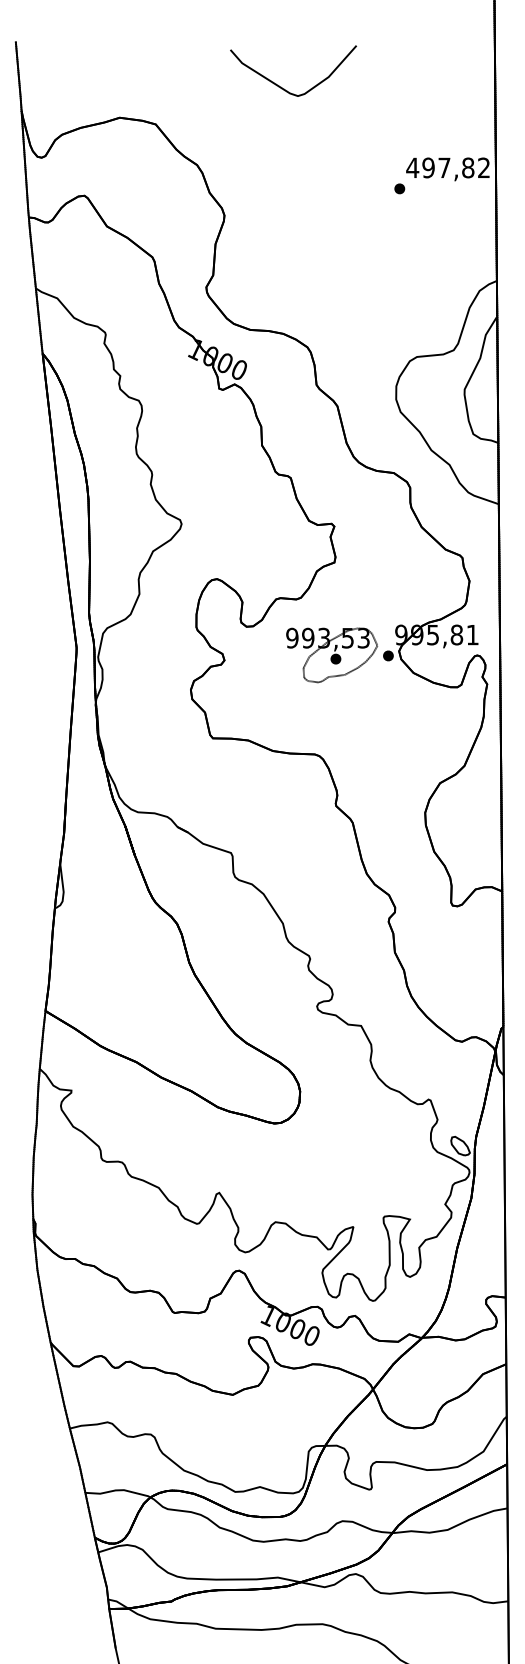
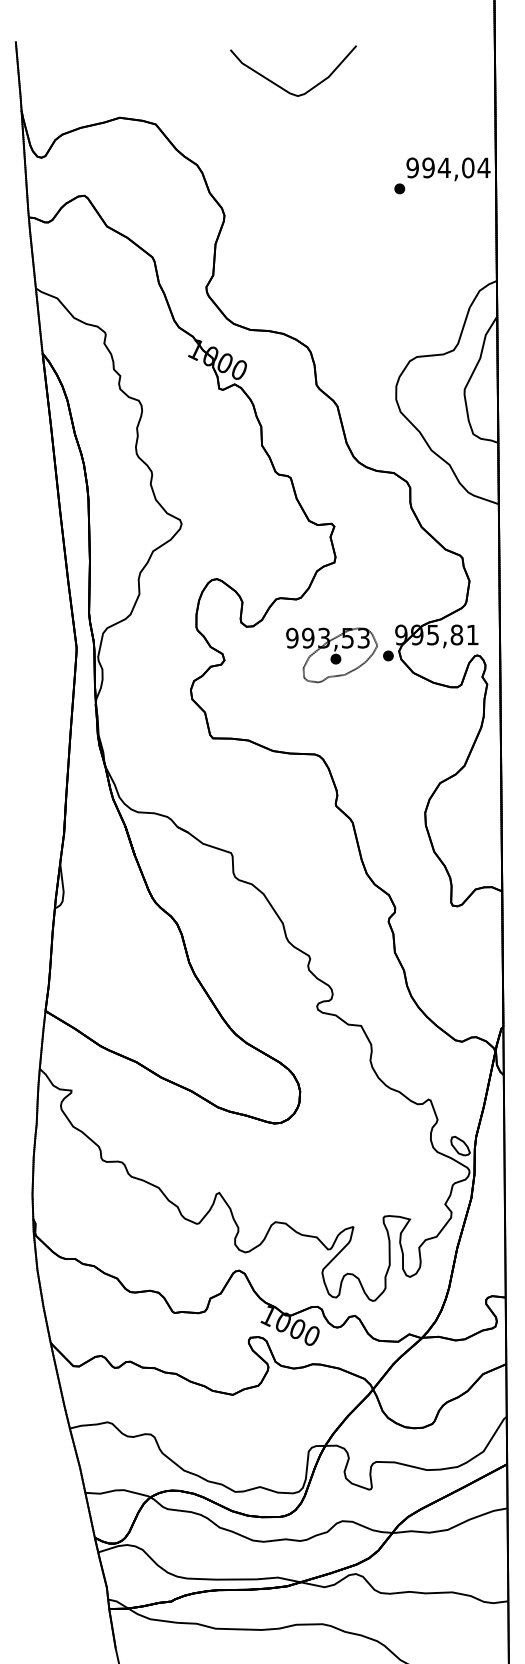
text at (448, 167): 497,82 -> 994,04
